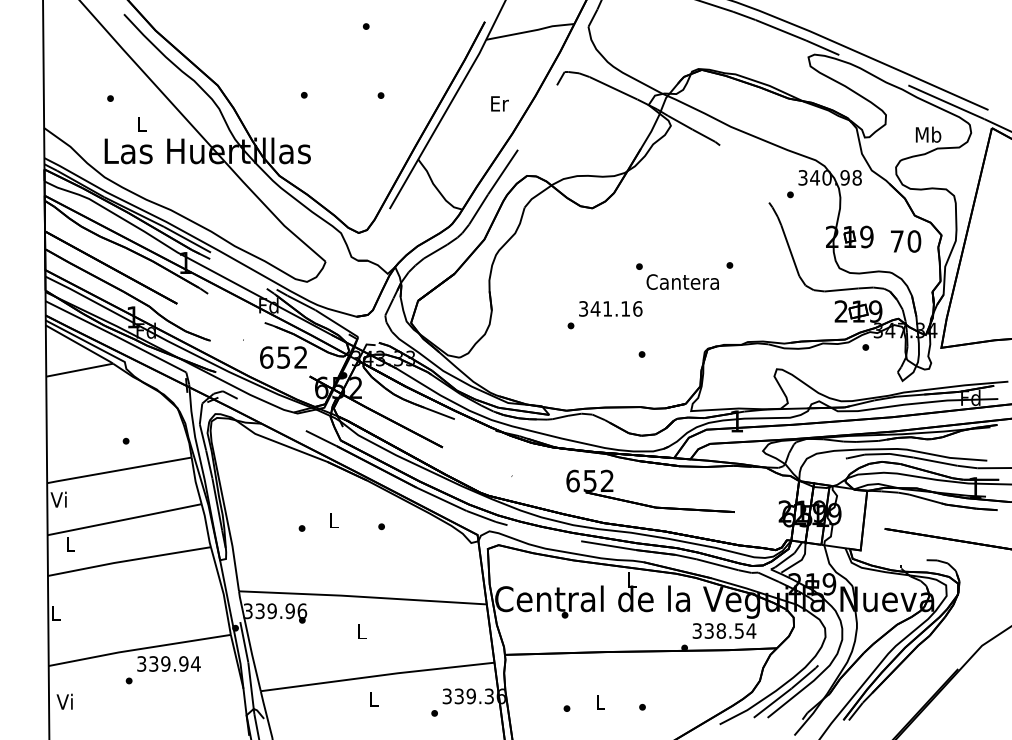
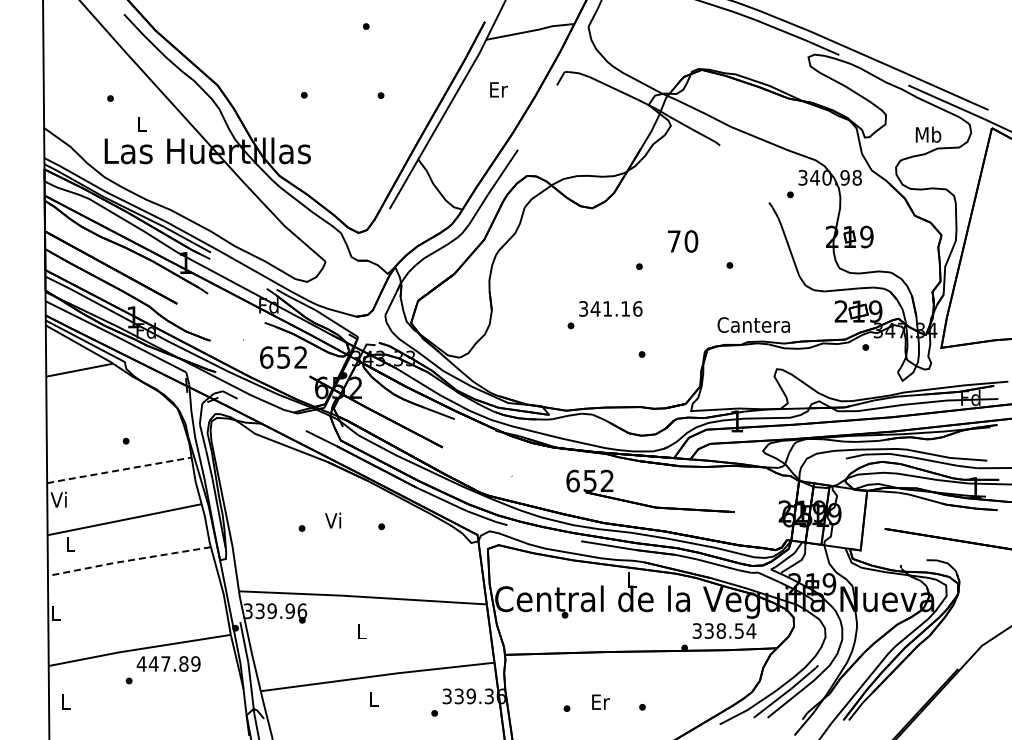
text at (499, 103) position: (499, 103) -> (498, 89)
text at (906, 241) position: (906, 241) -> (683, 241)
text at (682, 281) position: (682, 281) -> (753, 324)
line at (119, 470): solid -> dashed
text at (333, 520): L -> Vi
line at (128, 560): solid -> dashed
text at (168, 663): 339.94 -> 447.89
text at (64, 701): Vi -> L
text at (600, 701): L -> Er
